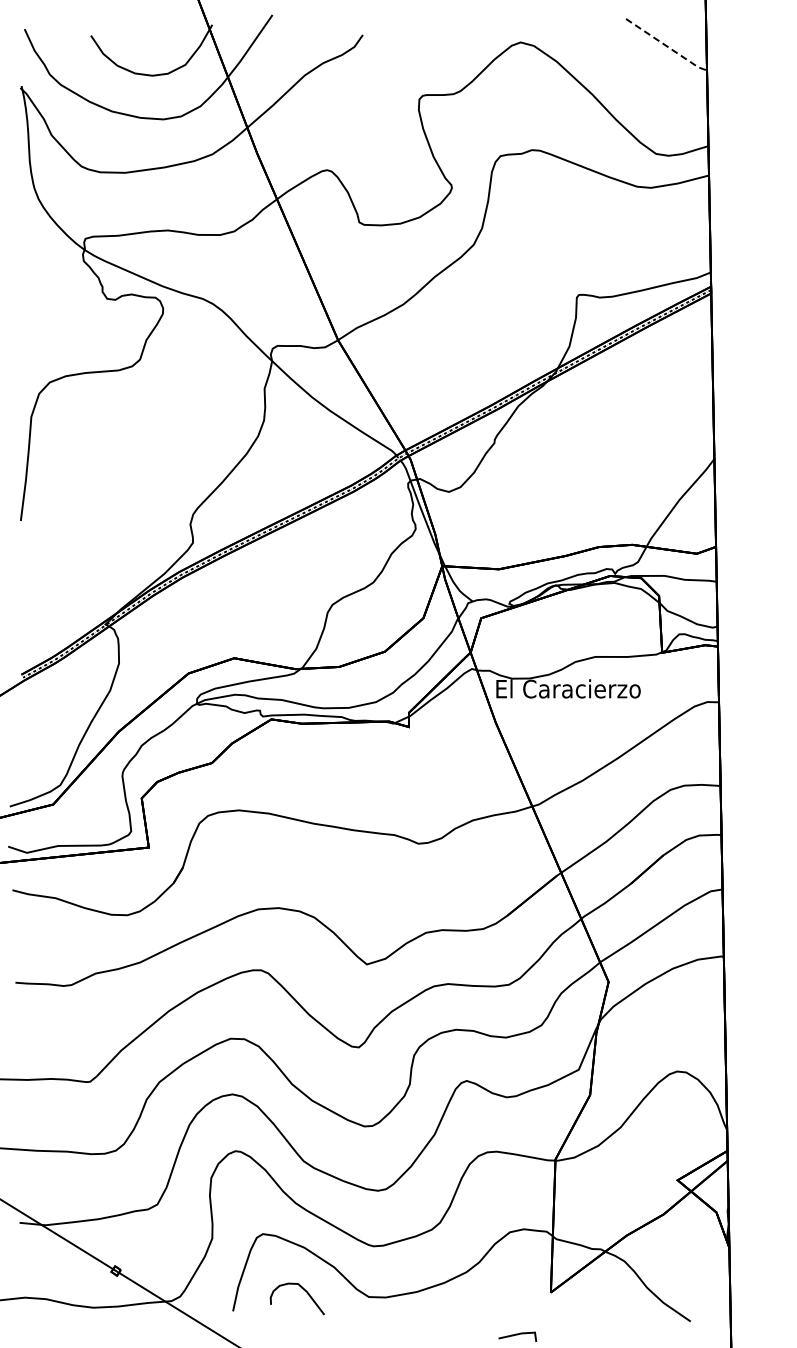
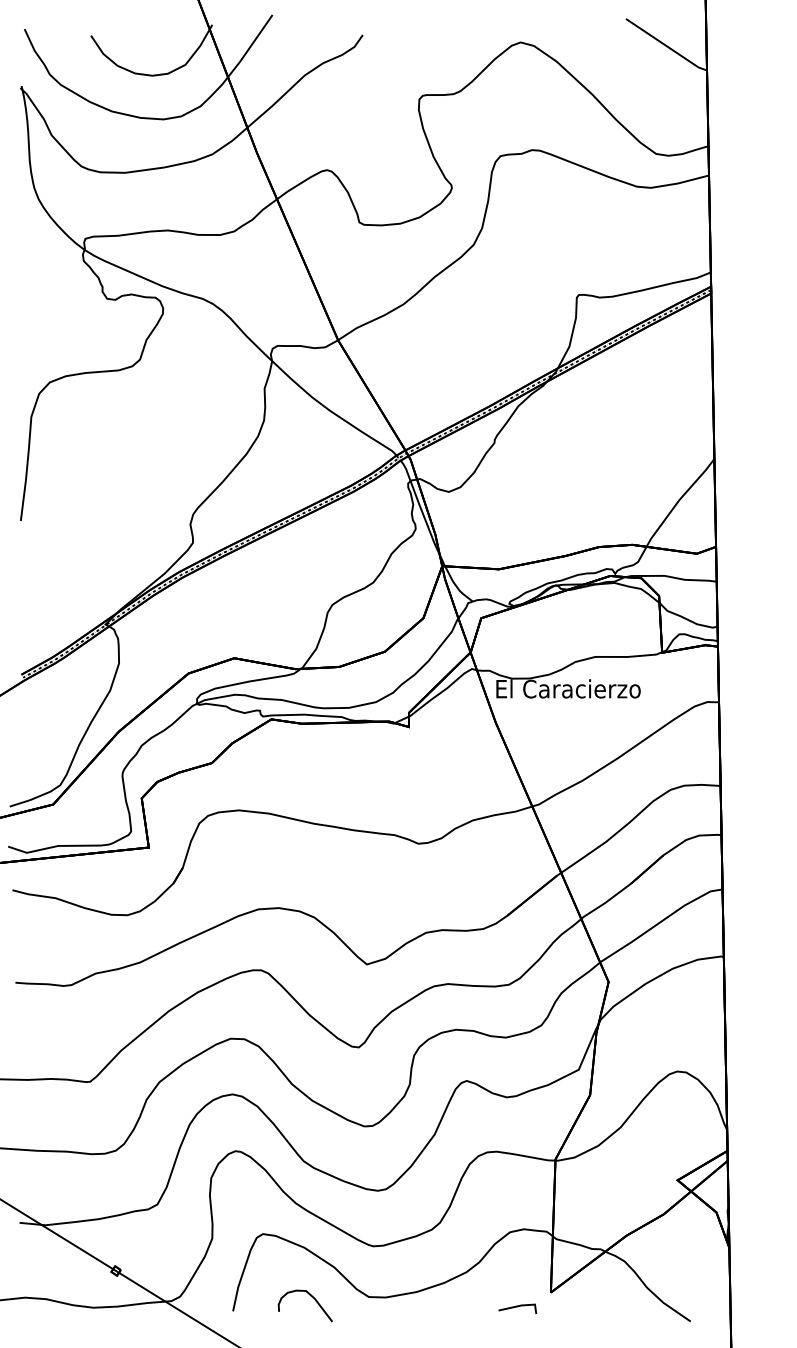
line at (667, 46): dashed -> solid
curve at (303, 1290) position: (303, 1290) -> (311, 1297)
line at (517, 1335) position: (517, 1335) -> (517, 1307)
